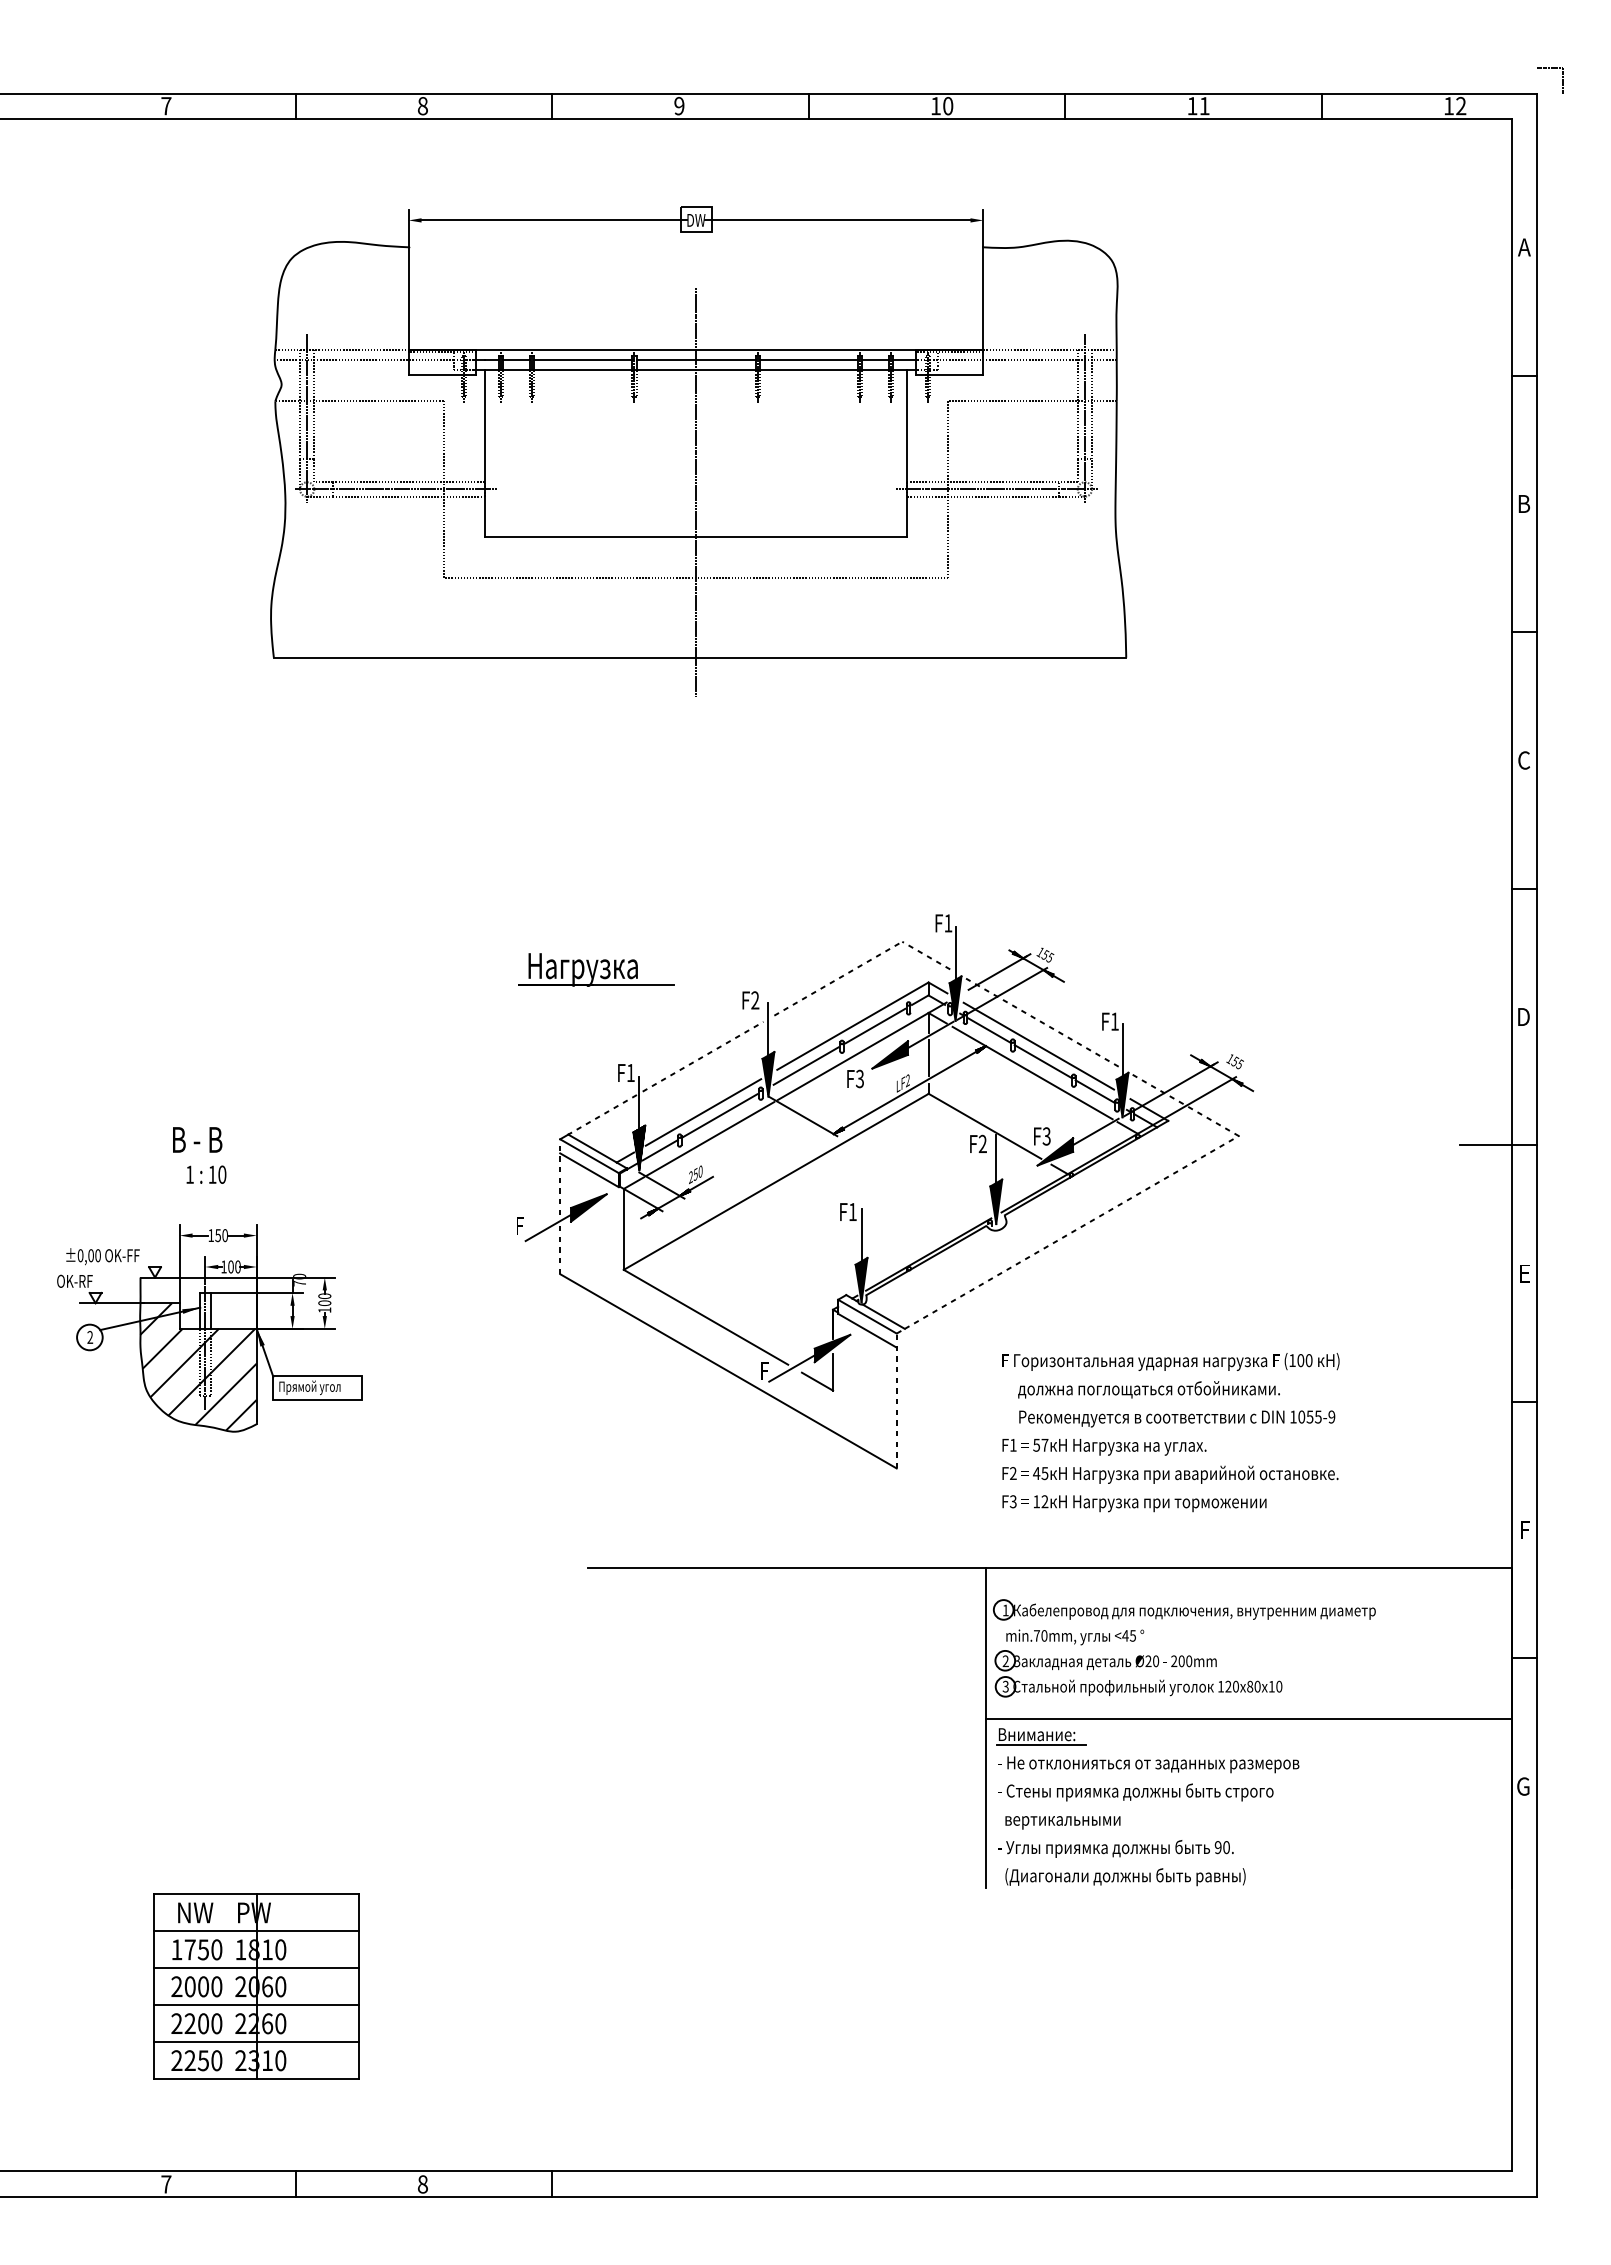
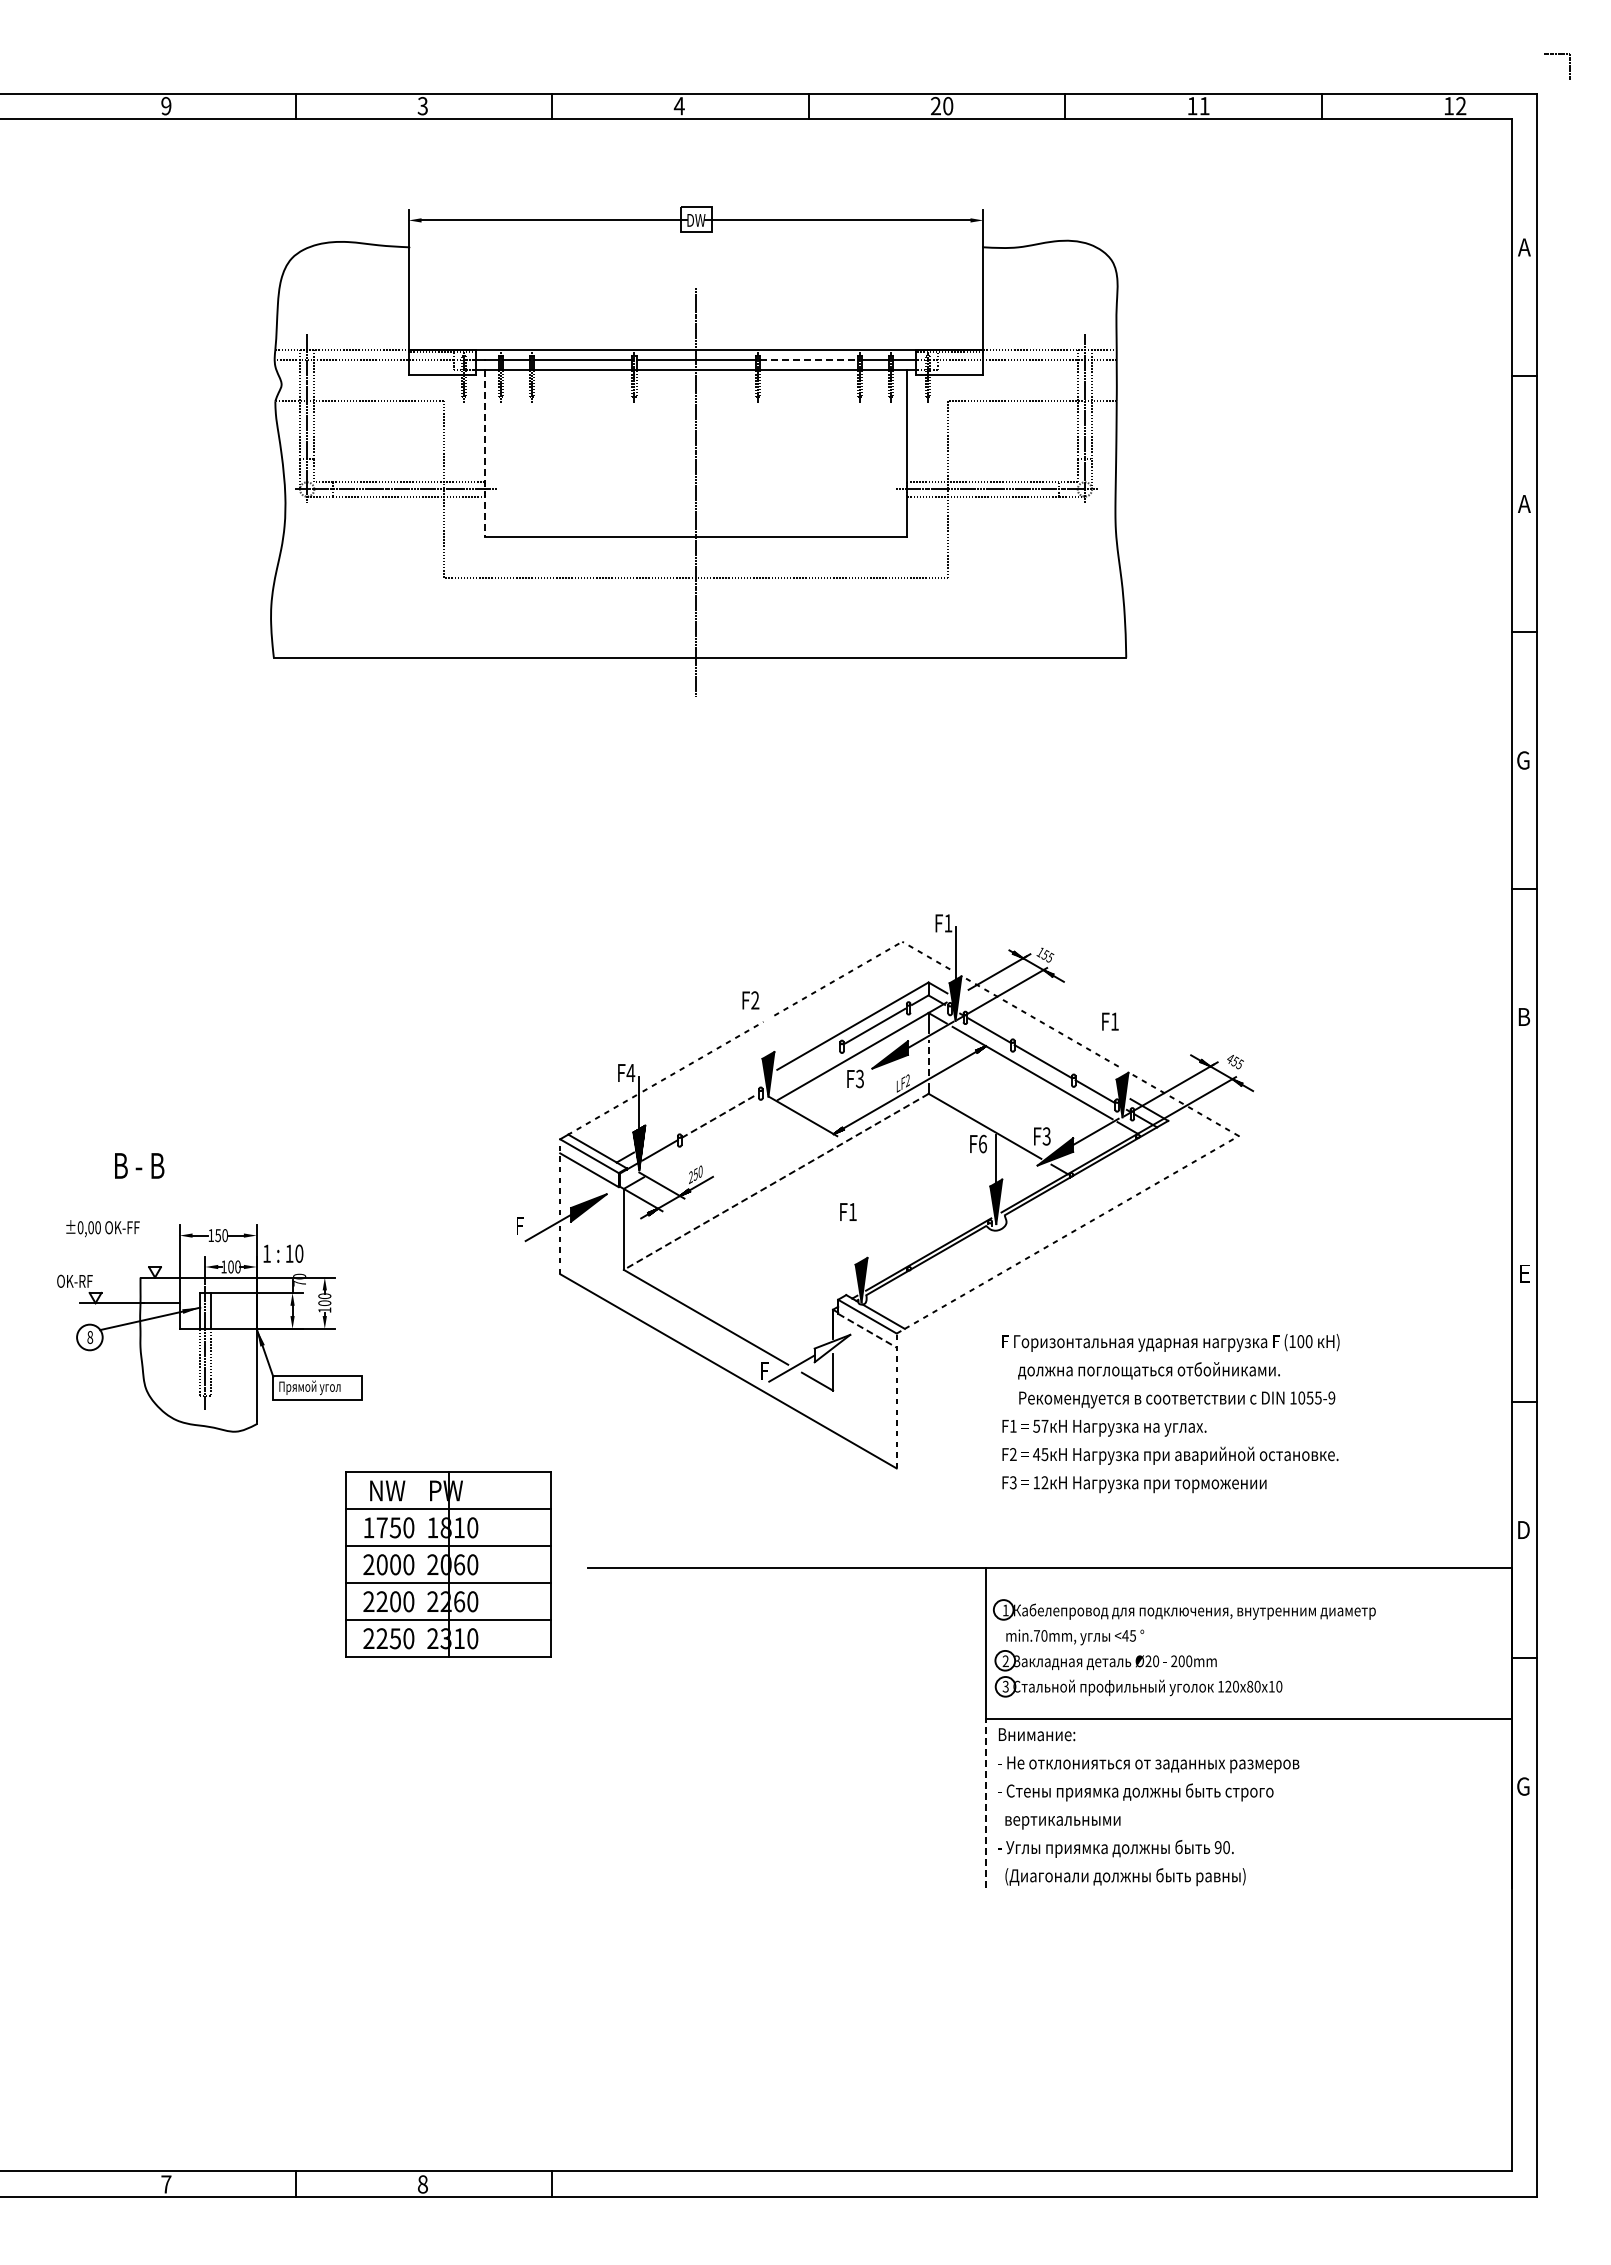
part at (1562, 80) position: (1562, 80) -> (1569, 66)
text at (935, 105): 10 -> 20
text at (166, 106): 7 -> 9
text at (422, 106): 8 -> 3
text at (678, 106): 9 -> 4
line at (809, 360): solid -> dashed
line at (484, 454): solid -> dashed
text at (1524, 503): B -> A
text at (1523, 760): C -> G
part at (596, 969): present -> none
text at (1524, 1016): D -> B
line at (768, 1028): present -> none
line at (1038, 1045): present -> none
line at (1122, 1049): present -> none
line at (928, 1058): solid -> dashed
text at (1229, 1059): 155 -> 455
line at (805, 1065): present -> none
text at (630, 1072): F1 -> F4
line at (703, 1112): present -> none
line at (719, 1116): solid -> dashed
line at (710, 1138): present -> none
text at (197, 1139) position: (197, 1139) -> (139, 1165)
text at (982, 1143): F2 -> F6
line at (1498, 1145): present -> none
text at (206, 1174) position: (206, 1174) -> (283, 1253)
line at (776, 1181): solid -> dashed
line at (861, 1234): present -> none
text at (102, 1256) position: (102, 1256) -> (102, 1228)
line at (867, 1330): solid -> dashed
text at (90, 1337): 2 -> 8
fill at (832, 1348): present -> none
hatch at (198, 1366): present -> none
text at (1170, 1432) position: (1170, 1432) -> (1170, 1413)
text at (1523, 1529): F -> D
line at (1041, 1745): present -> none
line at (985, 1803): solid -> dashed
part at (256, 1986) position: (256, 1986) -> (448, 1564)
